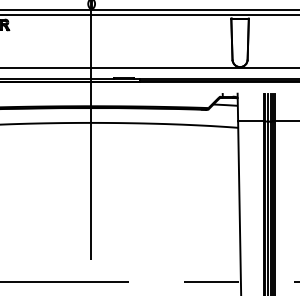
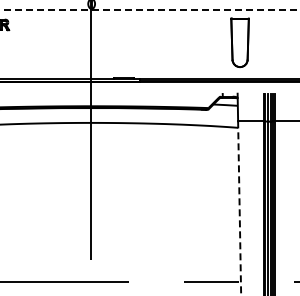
line at (149, 9): solid -> dashed
line at (149, 15): present -> none
line at (149, 68): present -> none
line at (239, 208): solid -> dashed
